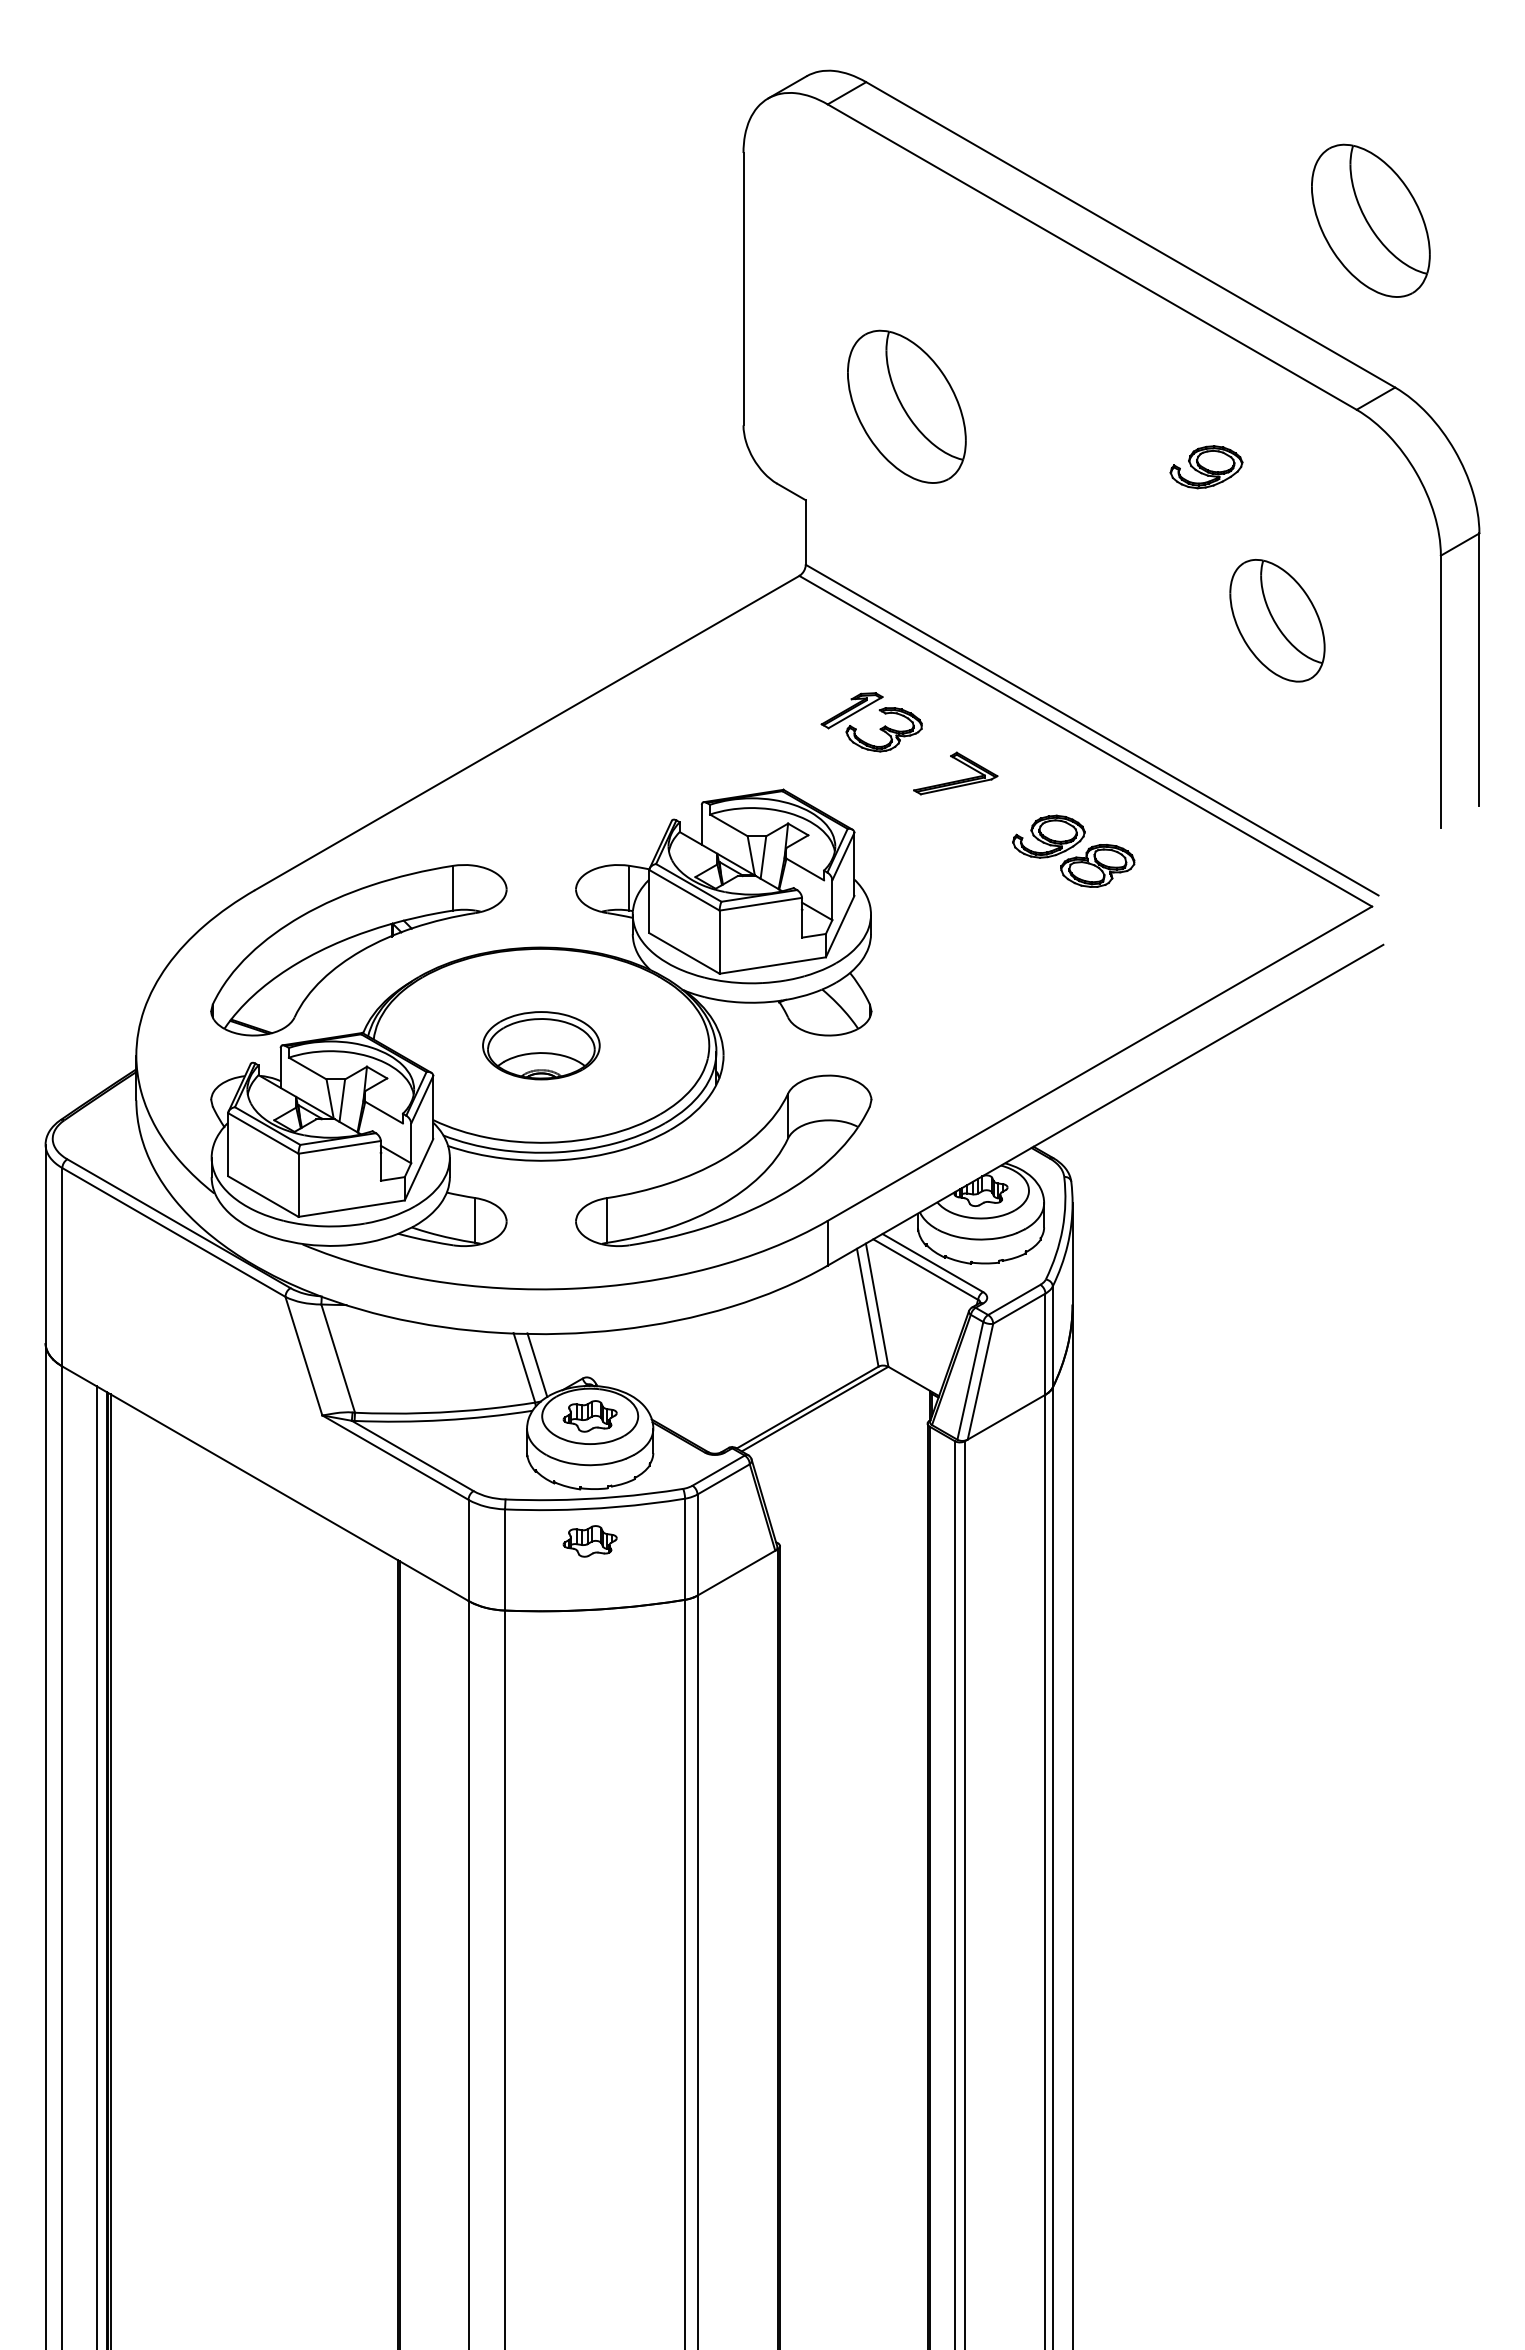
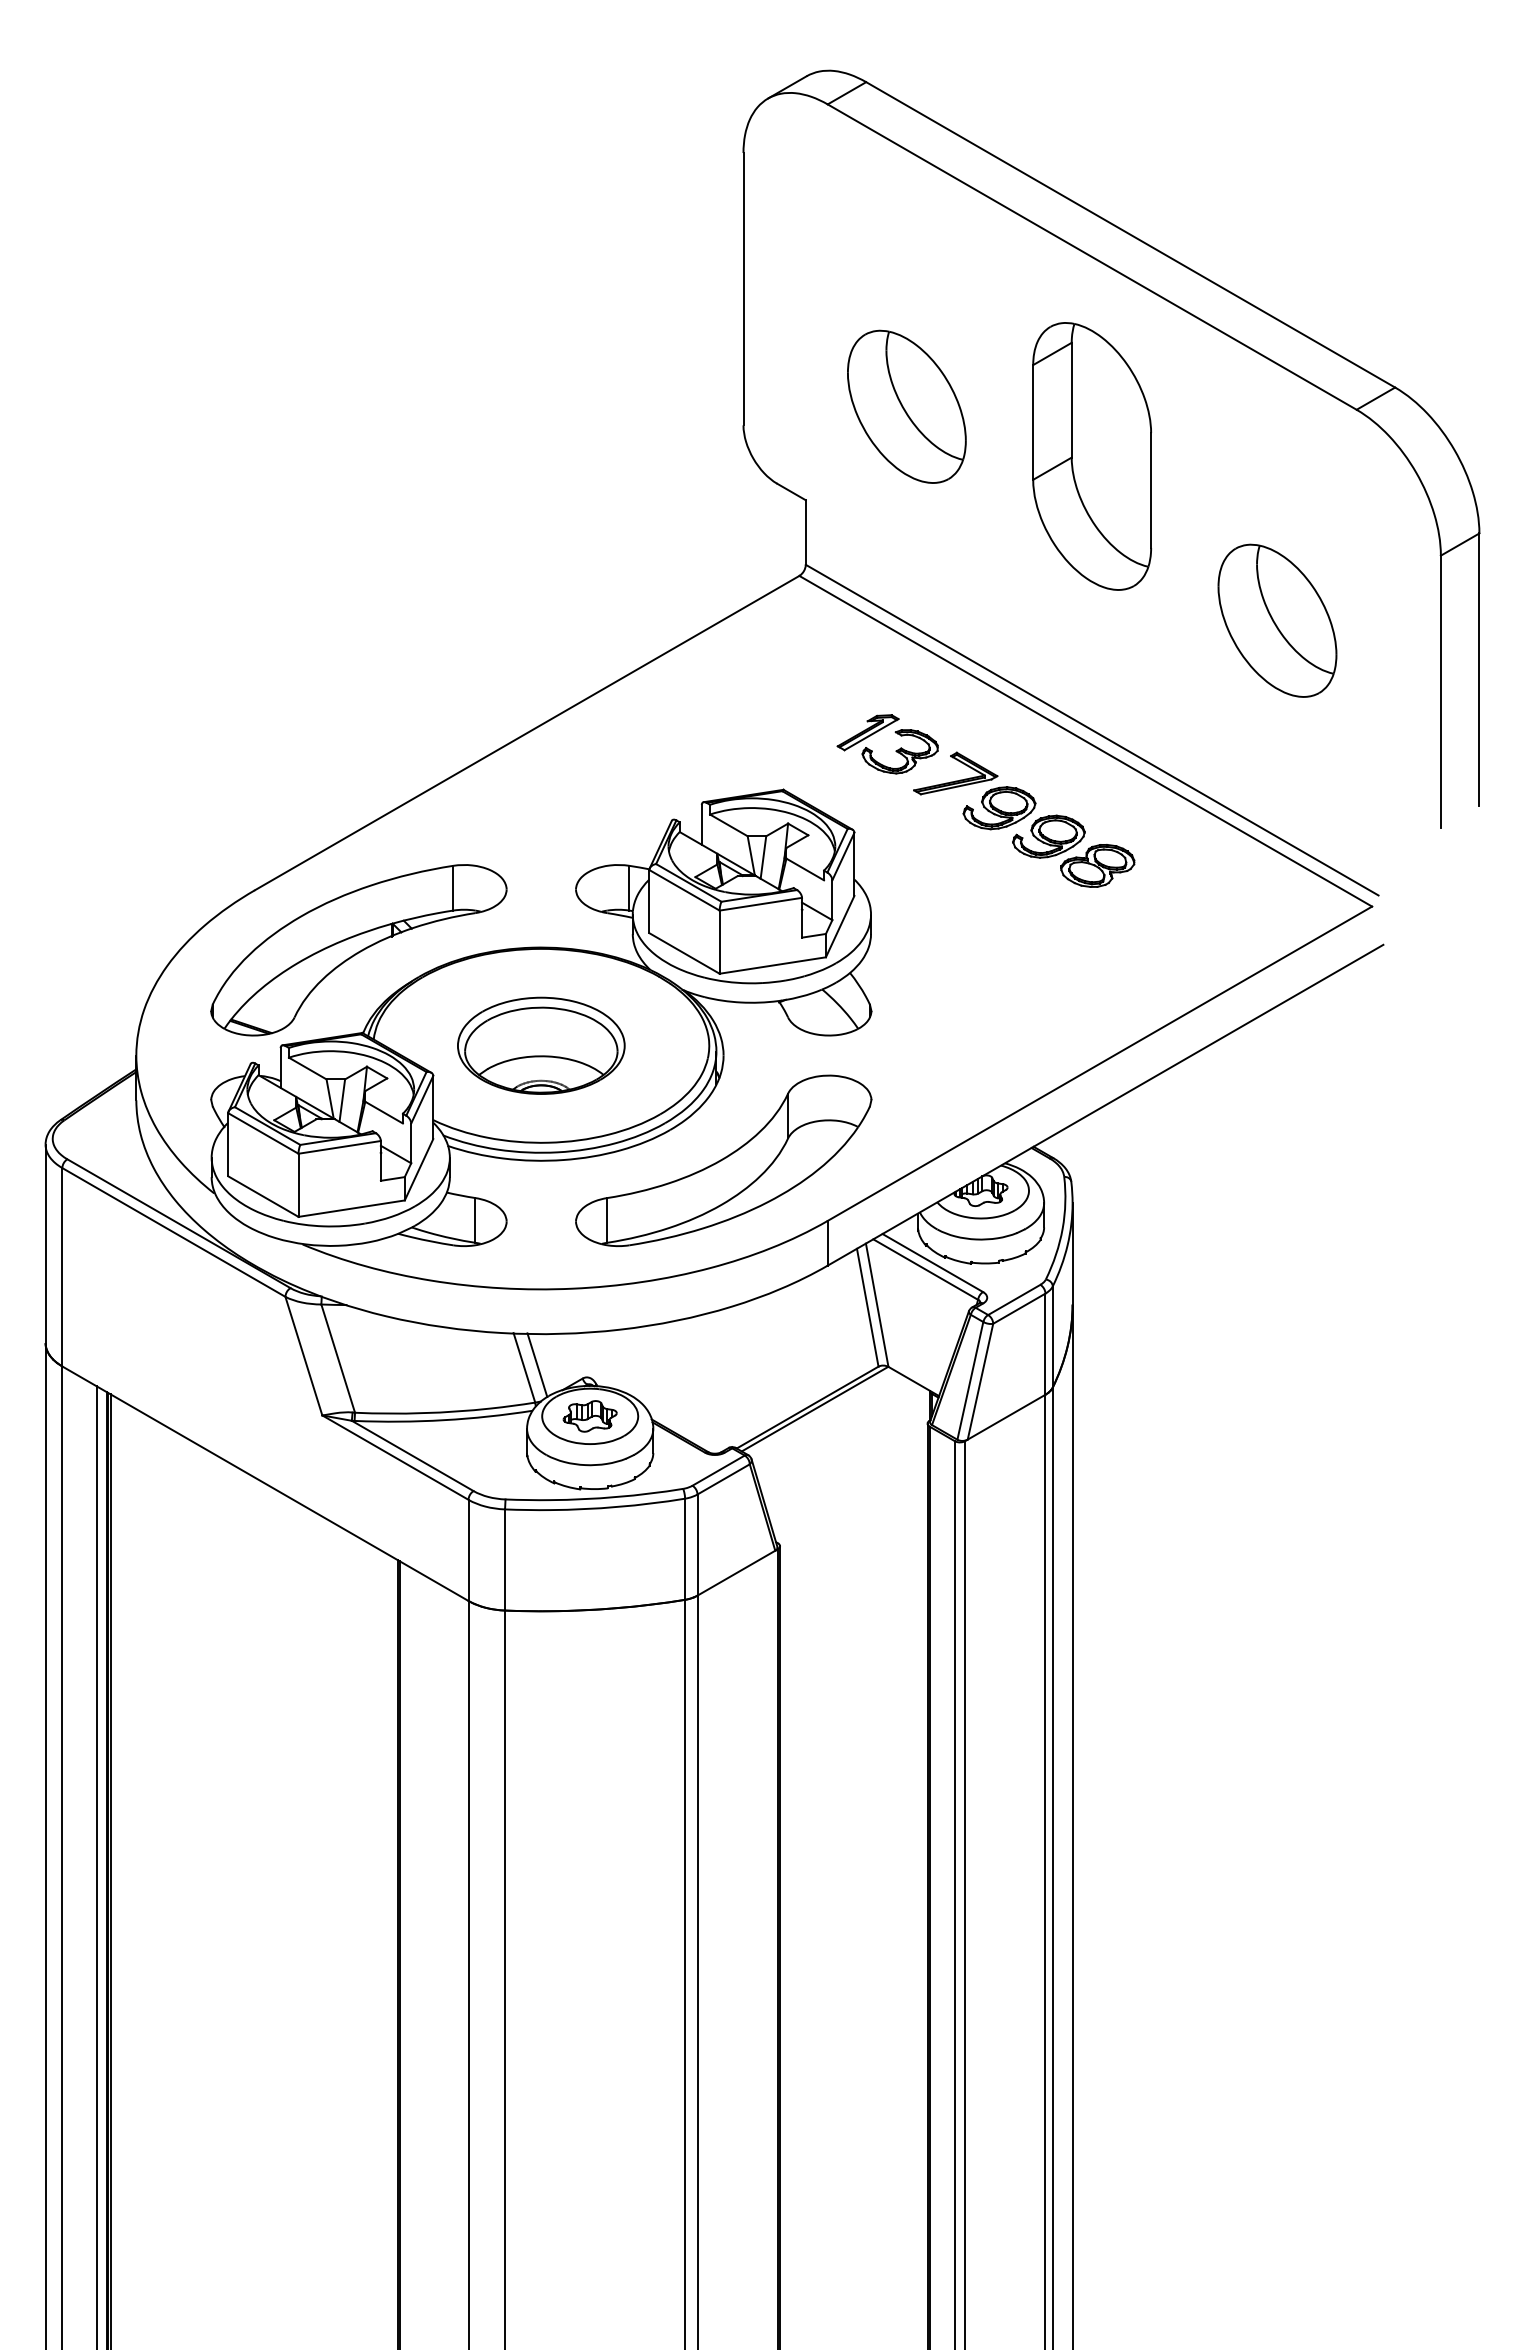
part at (1370, 220): present -> none
part at (1091, 456): none -> present
part at (1206, 467) position: (1206, 467) -> (999, 808)
part at (1277, 620) size: 97x124 px -> 121x155 px
part at (879, 728) position: (879, 728) -> (895, 750)
part at (541, 1045) size: 119x70 px -> 169x99 px
part at (589, 1541): present -> none
